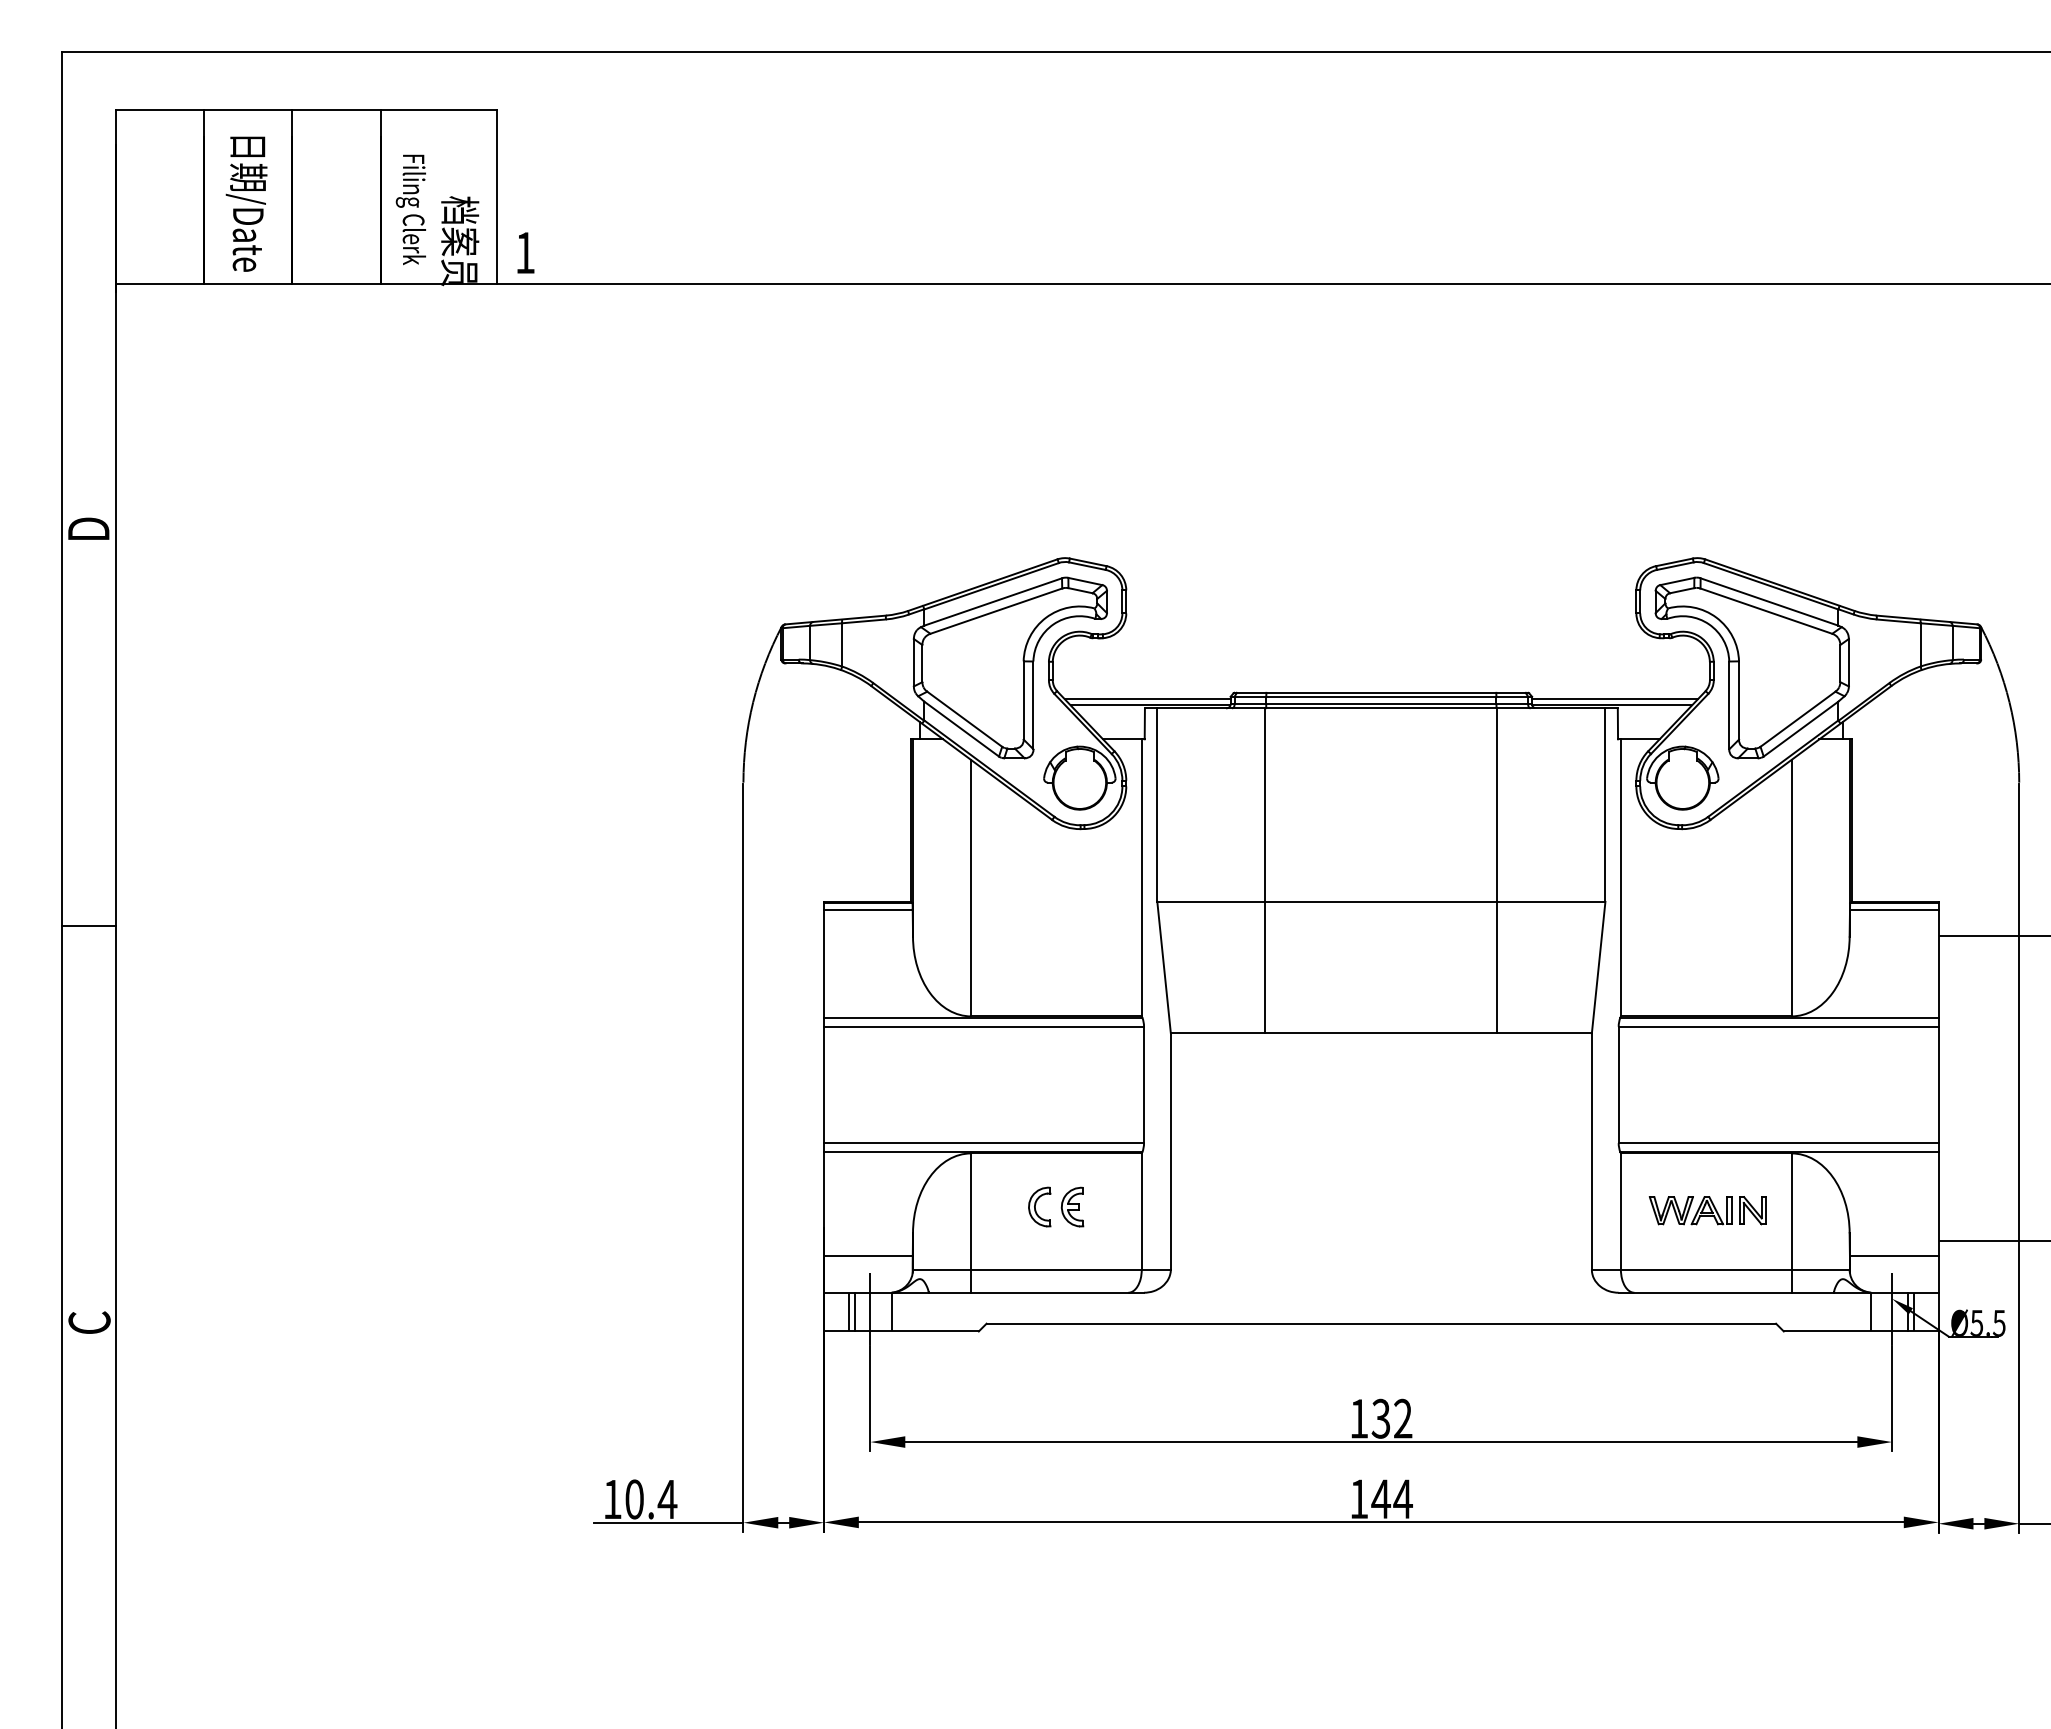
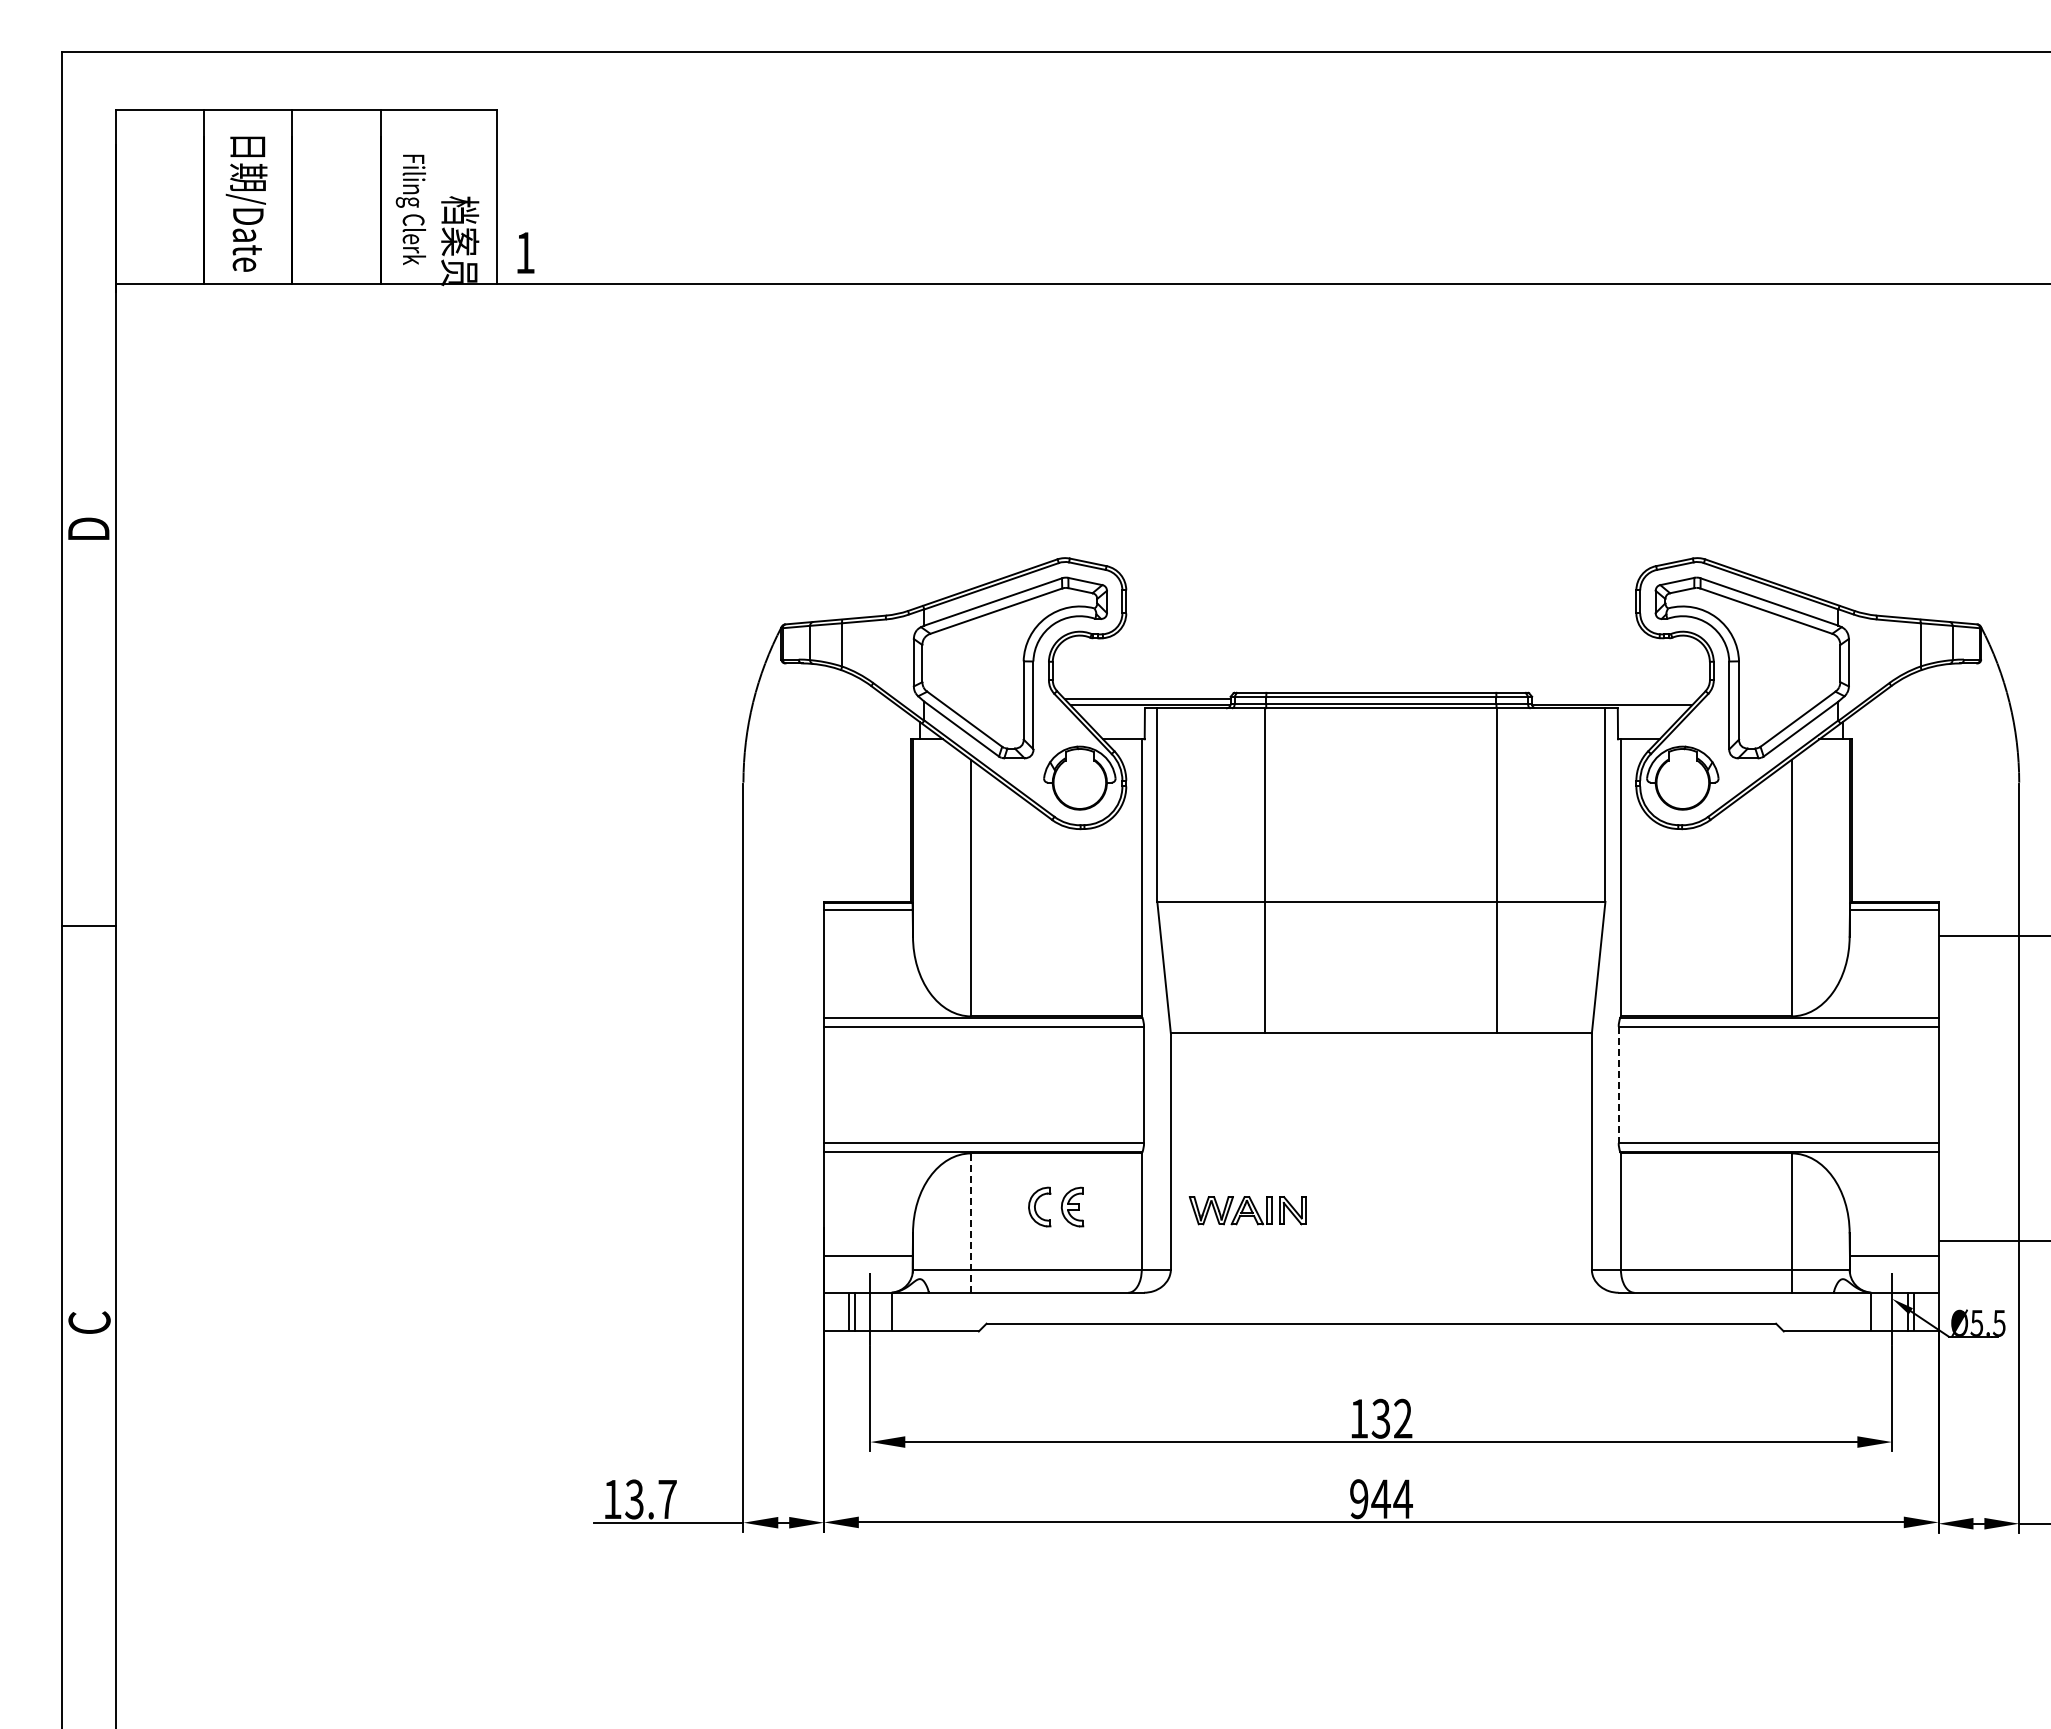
line at (1615, 699): present -> none
line at (1618, 1085): solid -> dashed
part at (1707, 1210) position: (1707, 1210) -> (1247, 1210)
line at (971, 1223): solid -> dashed
text at (651, 1499): 10.4 -> 13.7
text at (1359, 1499): 144 -> 944
